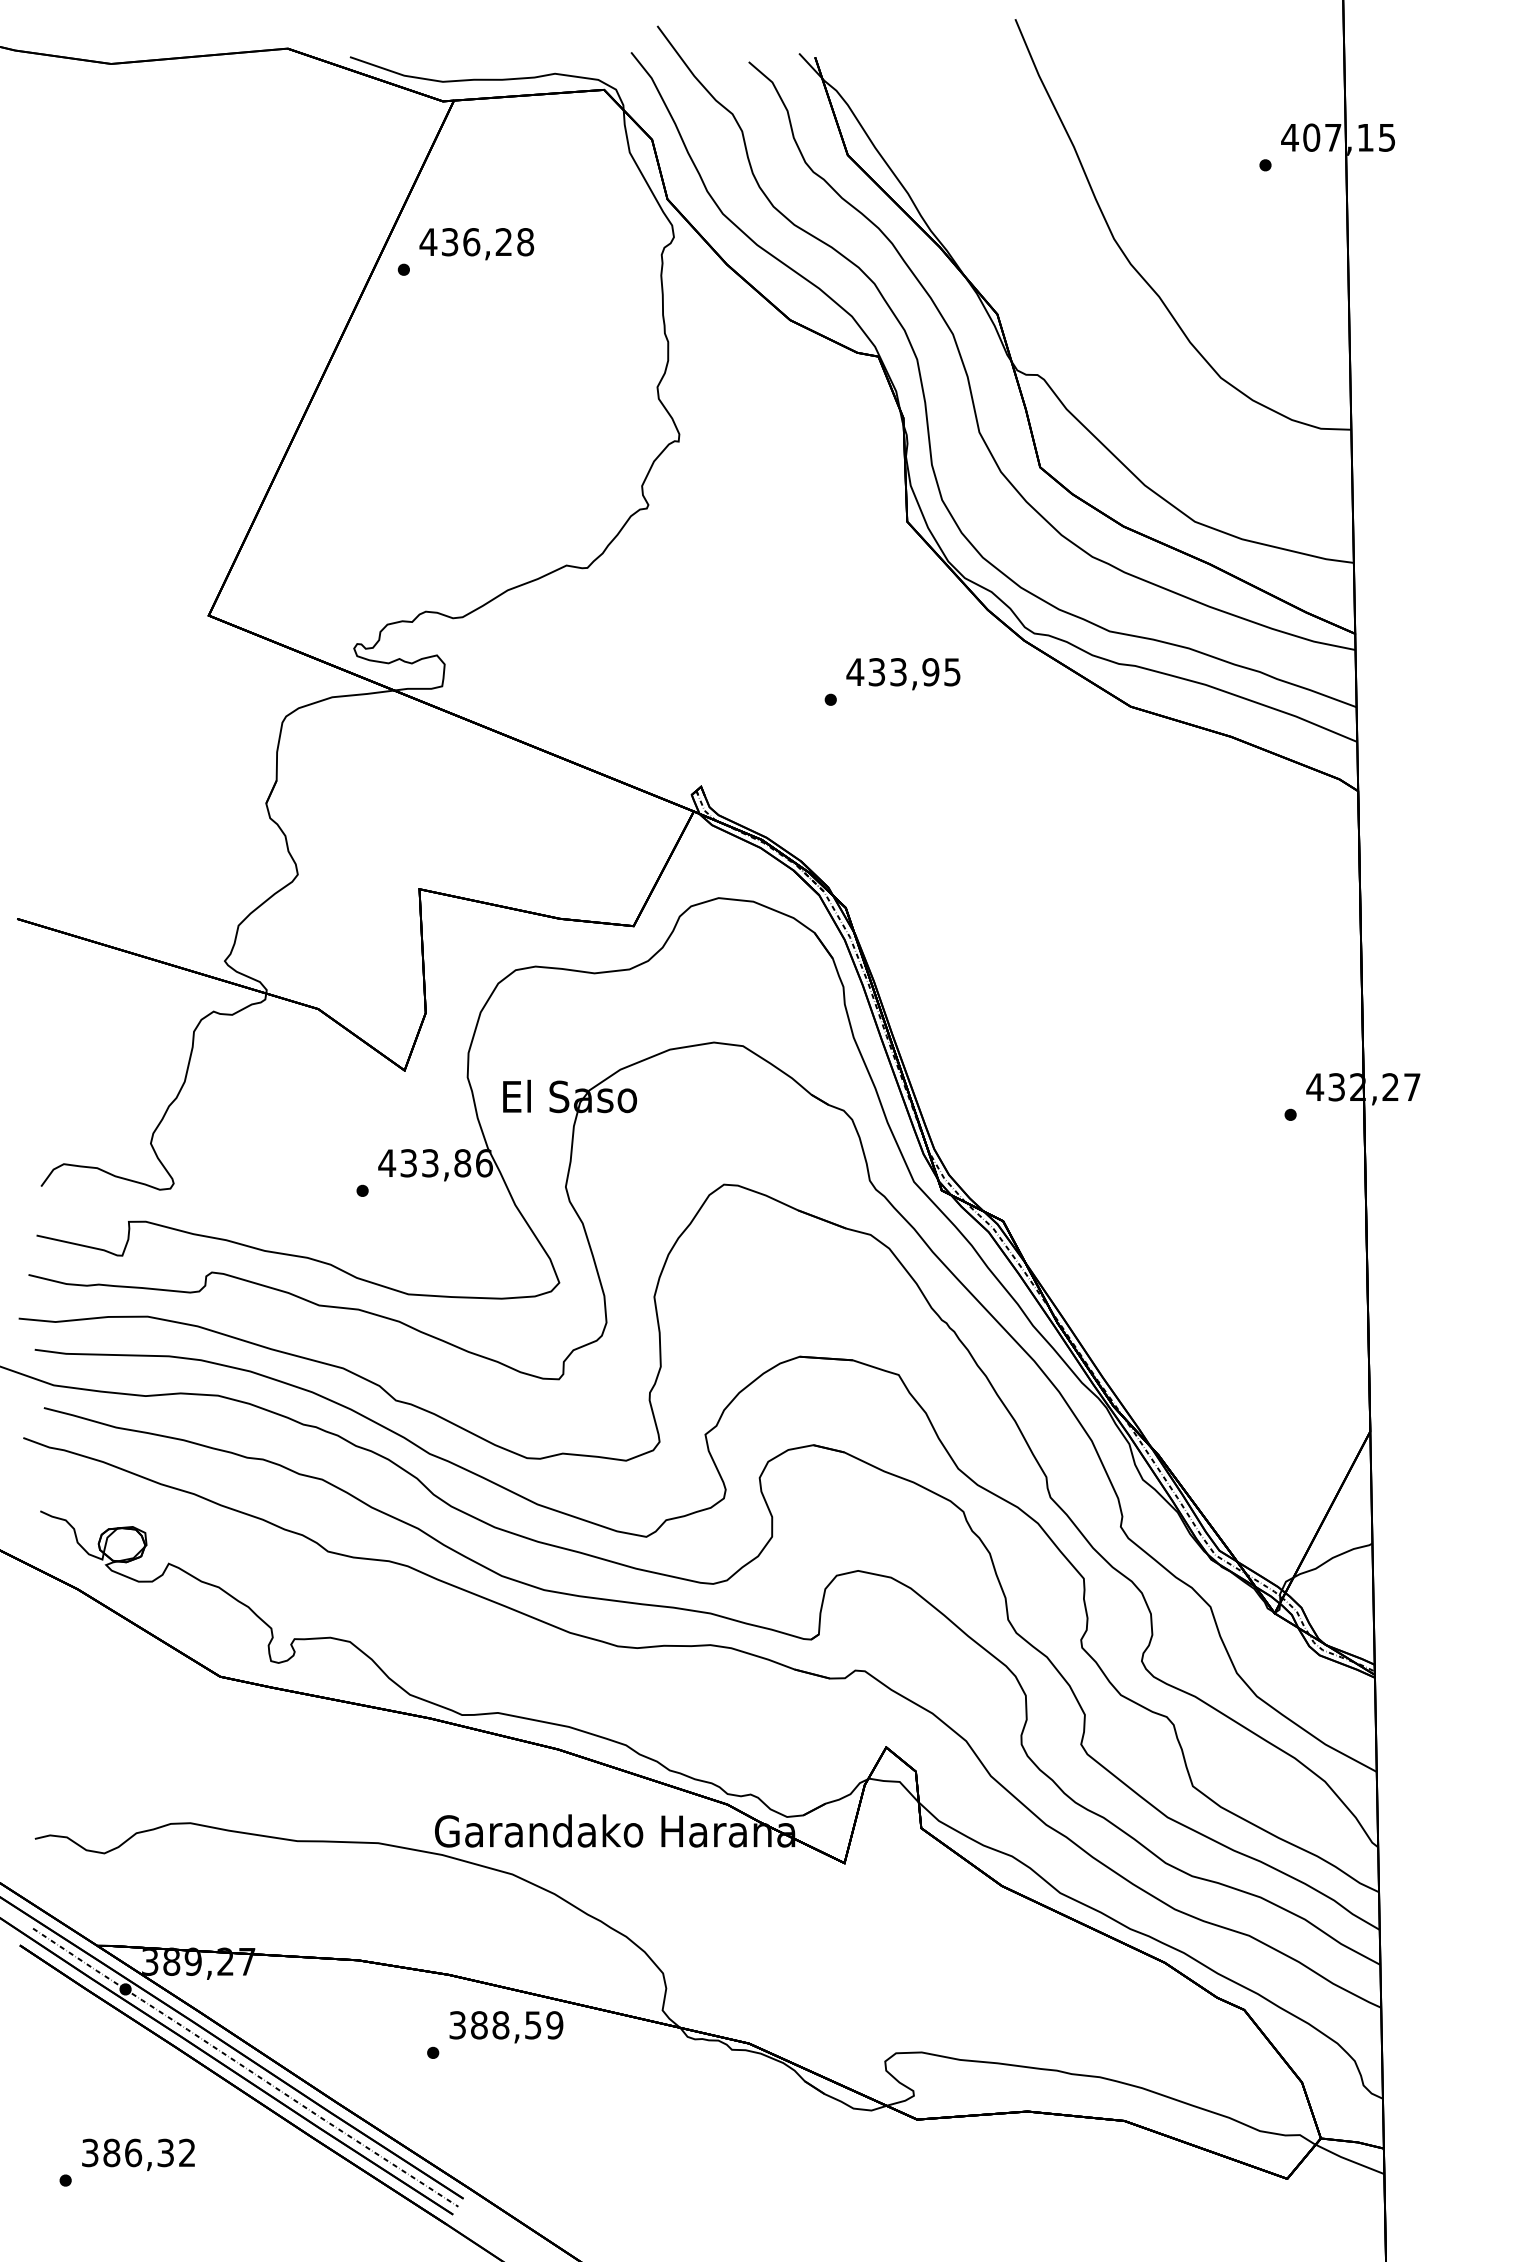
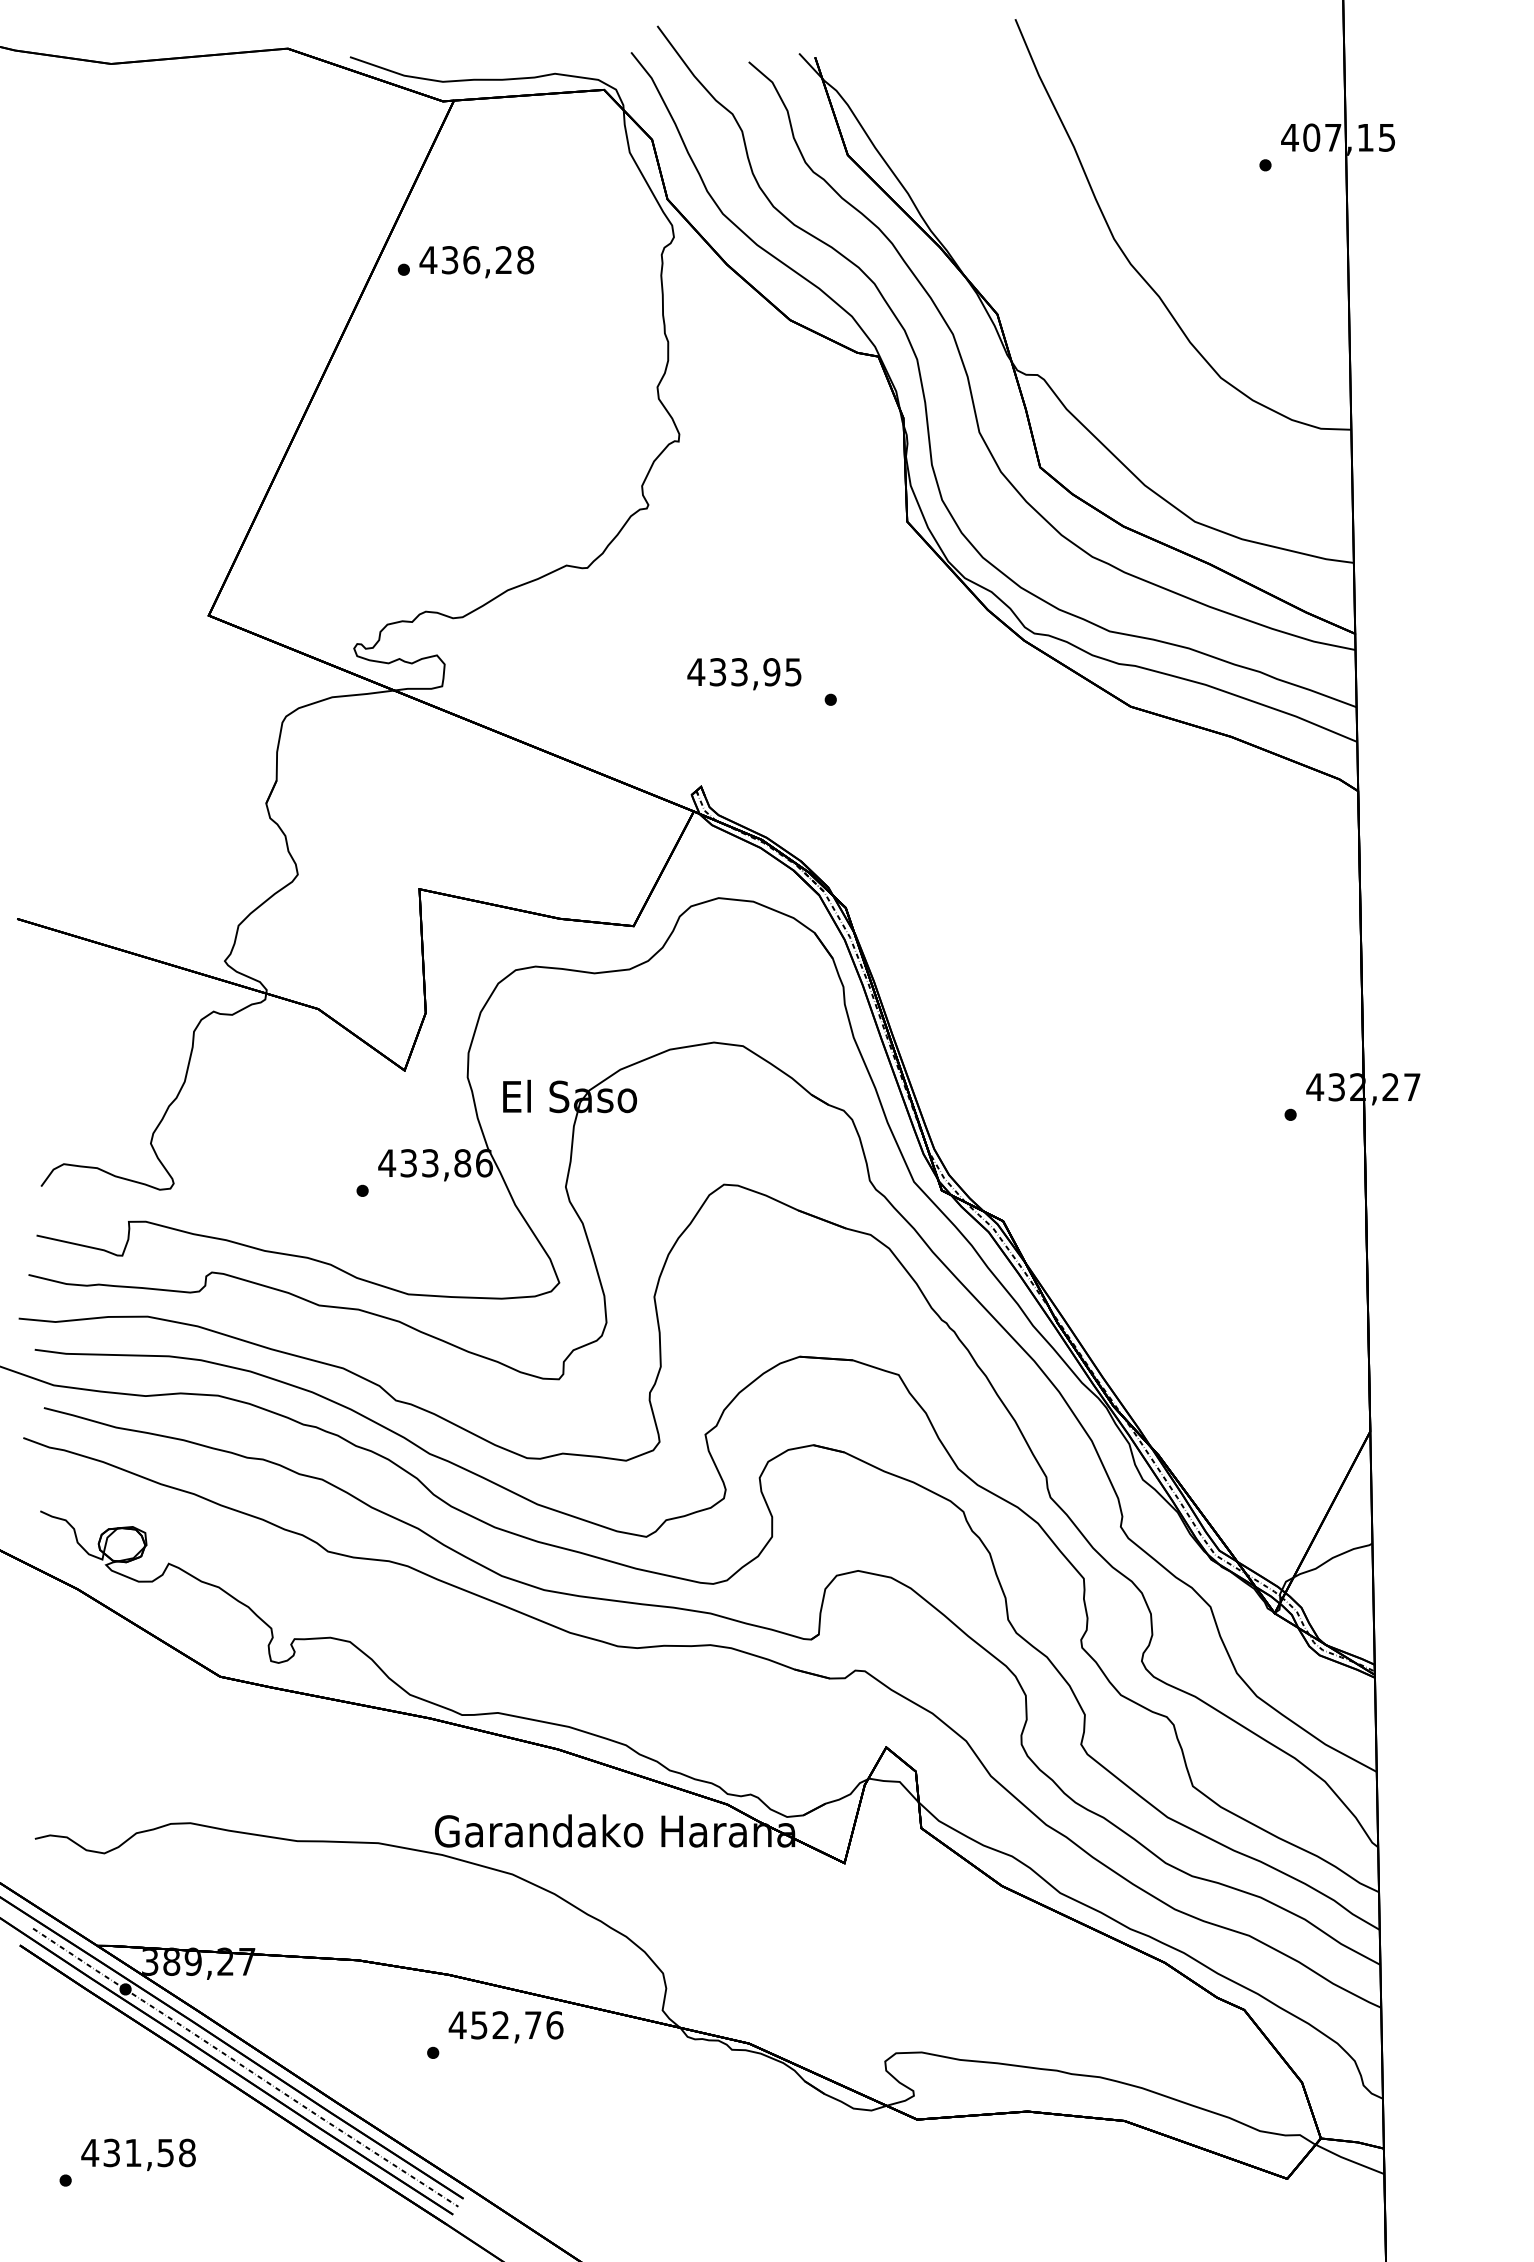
text at (476, 244) position: (476, 244) -> (476, 262)
text at (903, 674) position: (903, 674) -> (744, 674)
text at (505, 2025): 388,59 -> 452,76
text at (138, 2152): 386,32 -> 431,58
